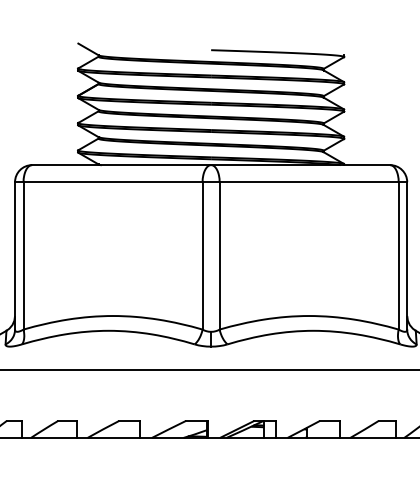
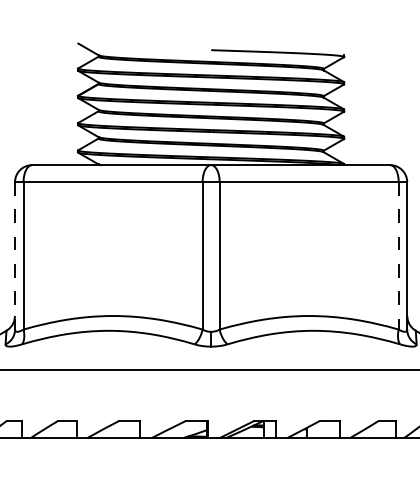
line at (15, 255): solid -> dashed
line at (398, 255): solid -> dashed
